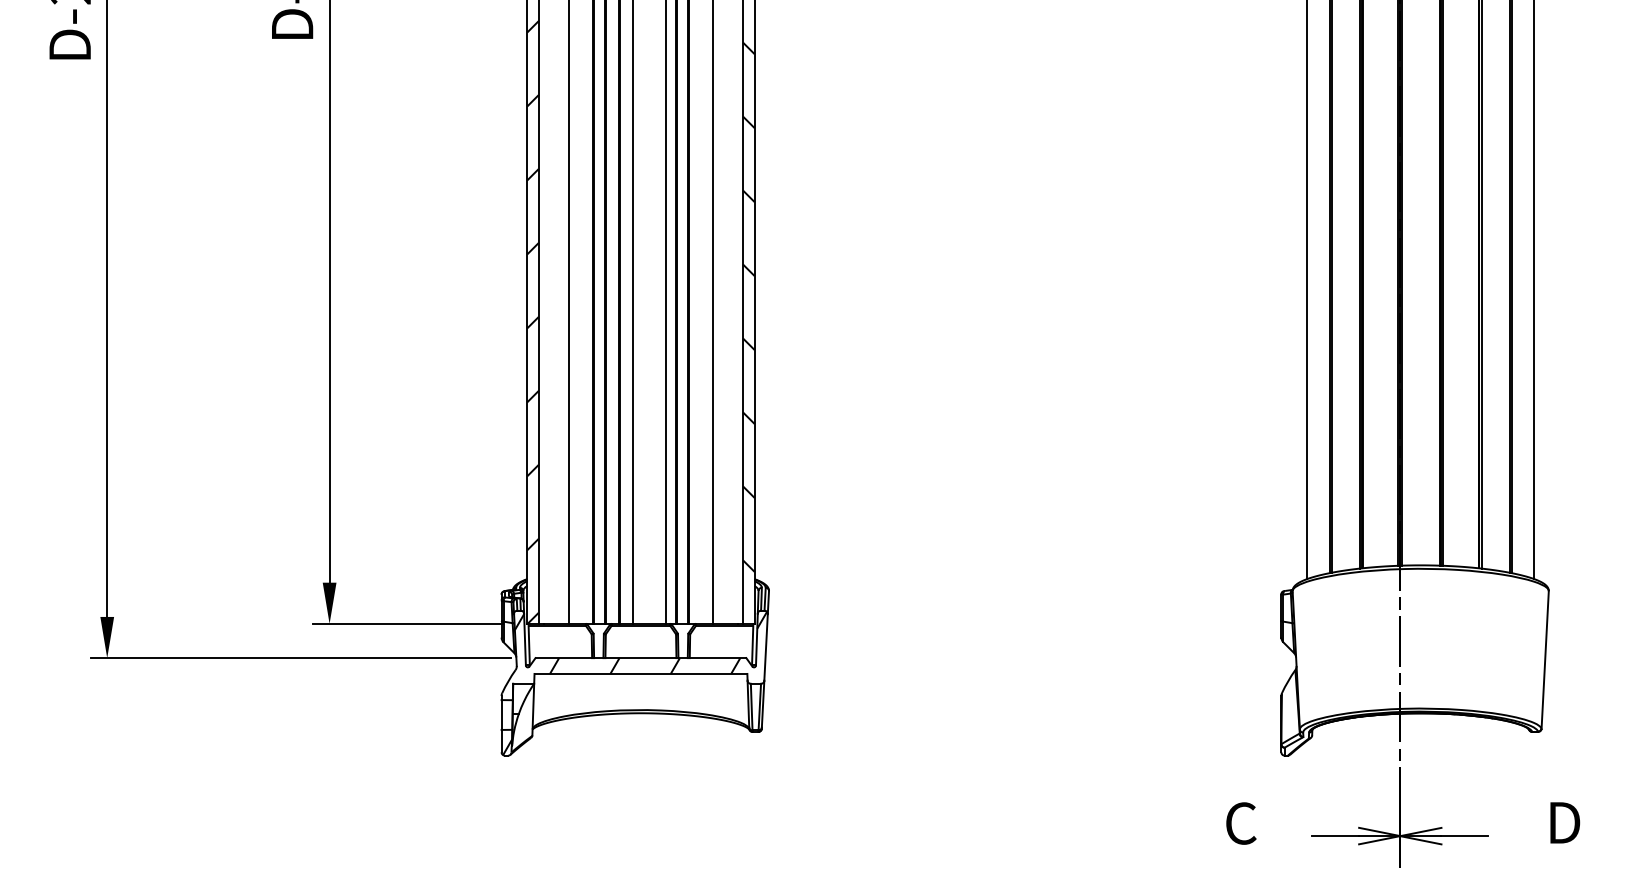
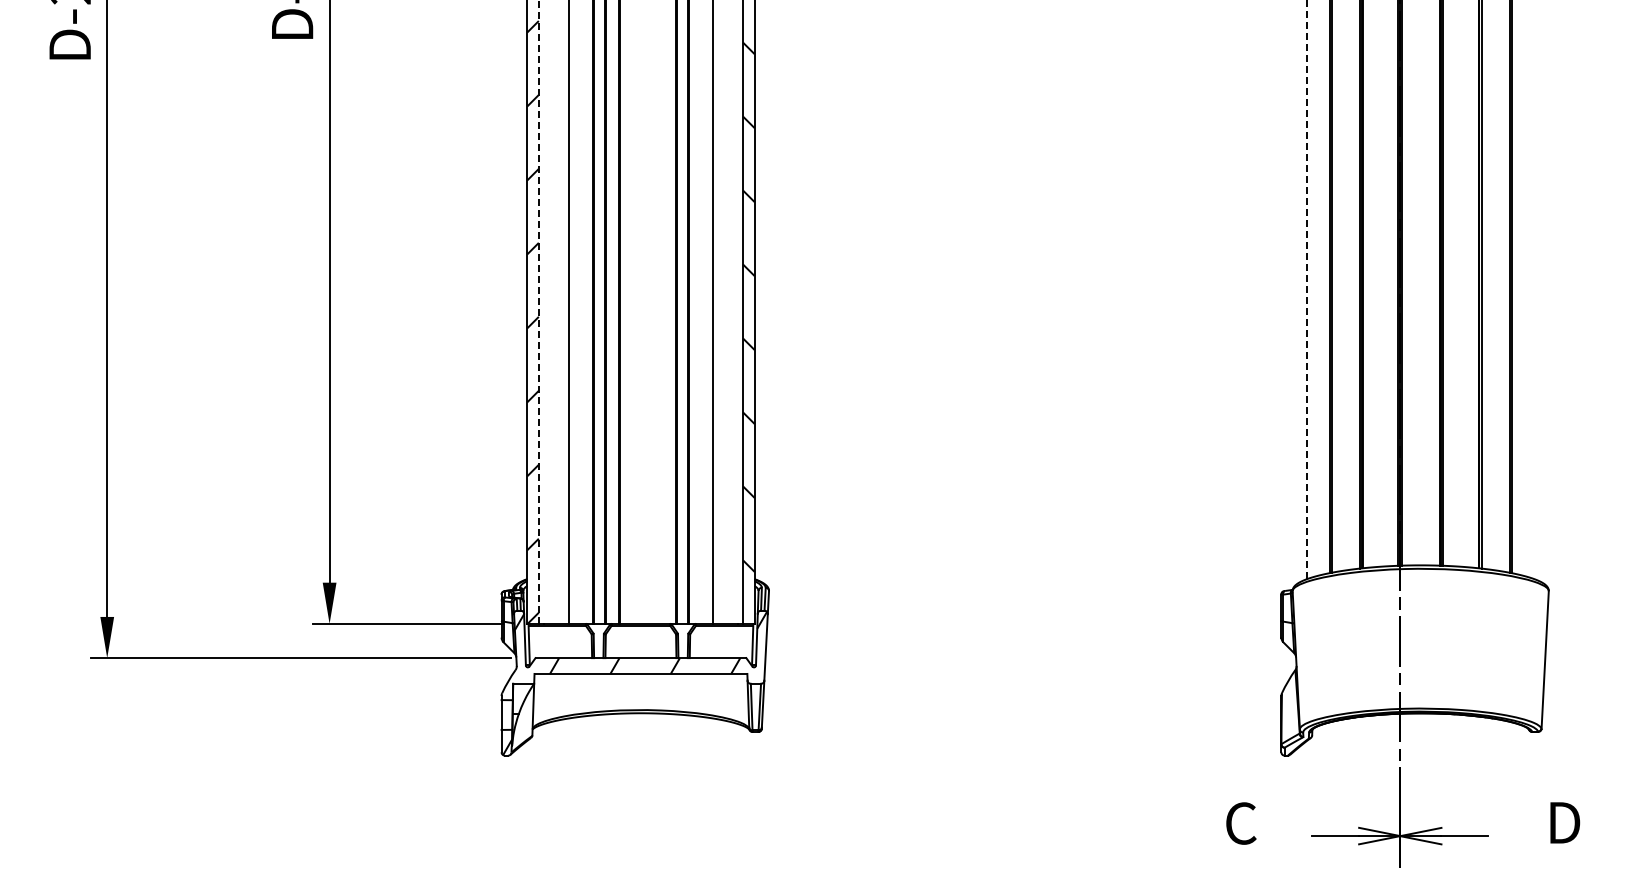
line at (1307, 289): solid -> dashed
line at (1534, 290): present -> none
line at (538, 312): solid -> dashed
line at (633, 312): present -> none
line at (665, 312): present -> none
